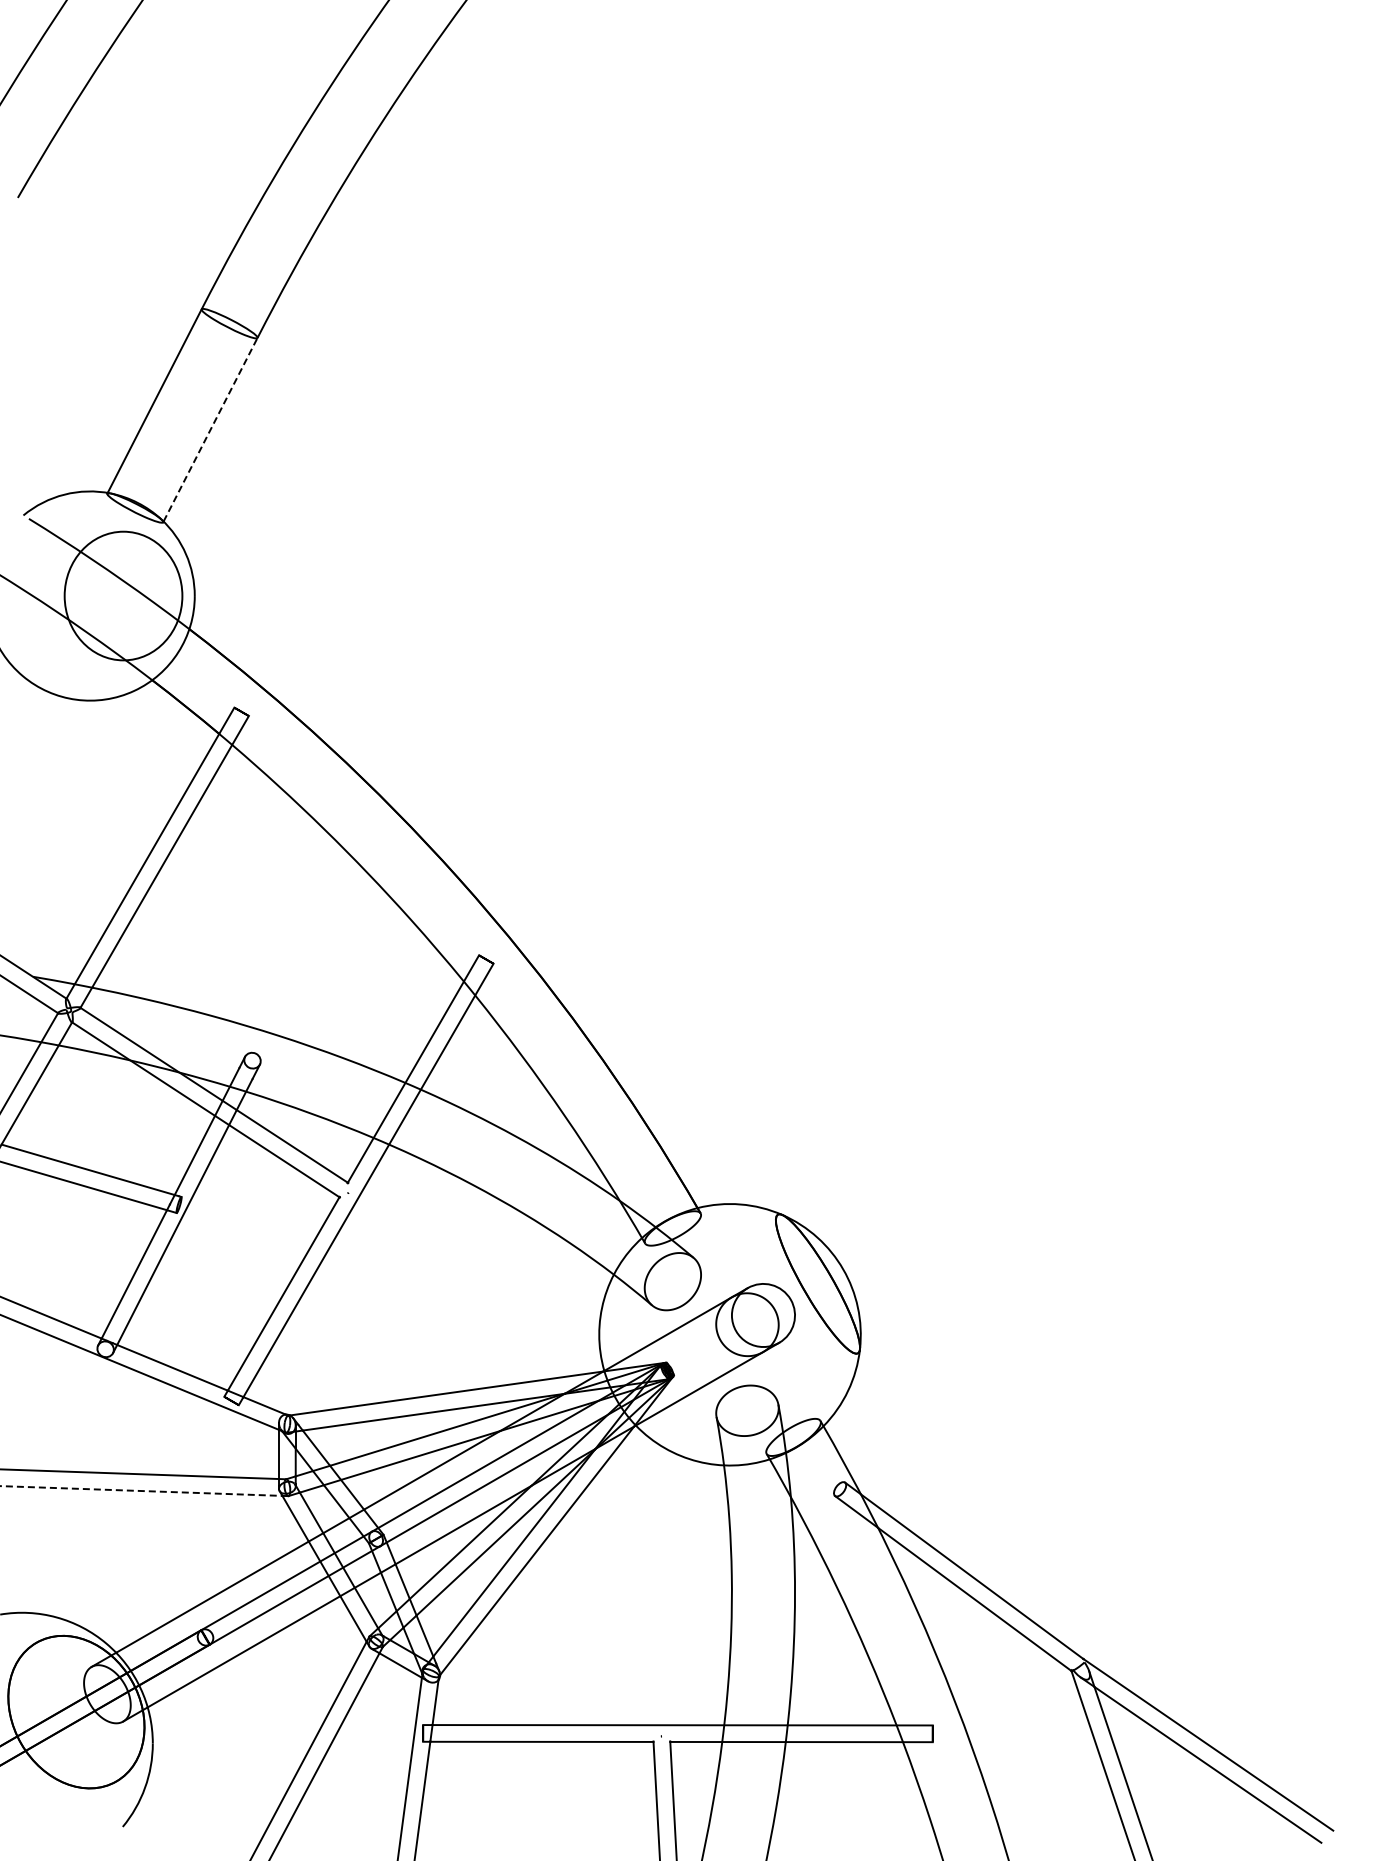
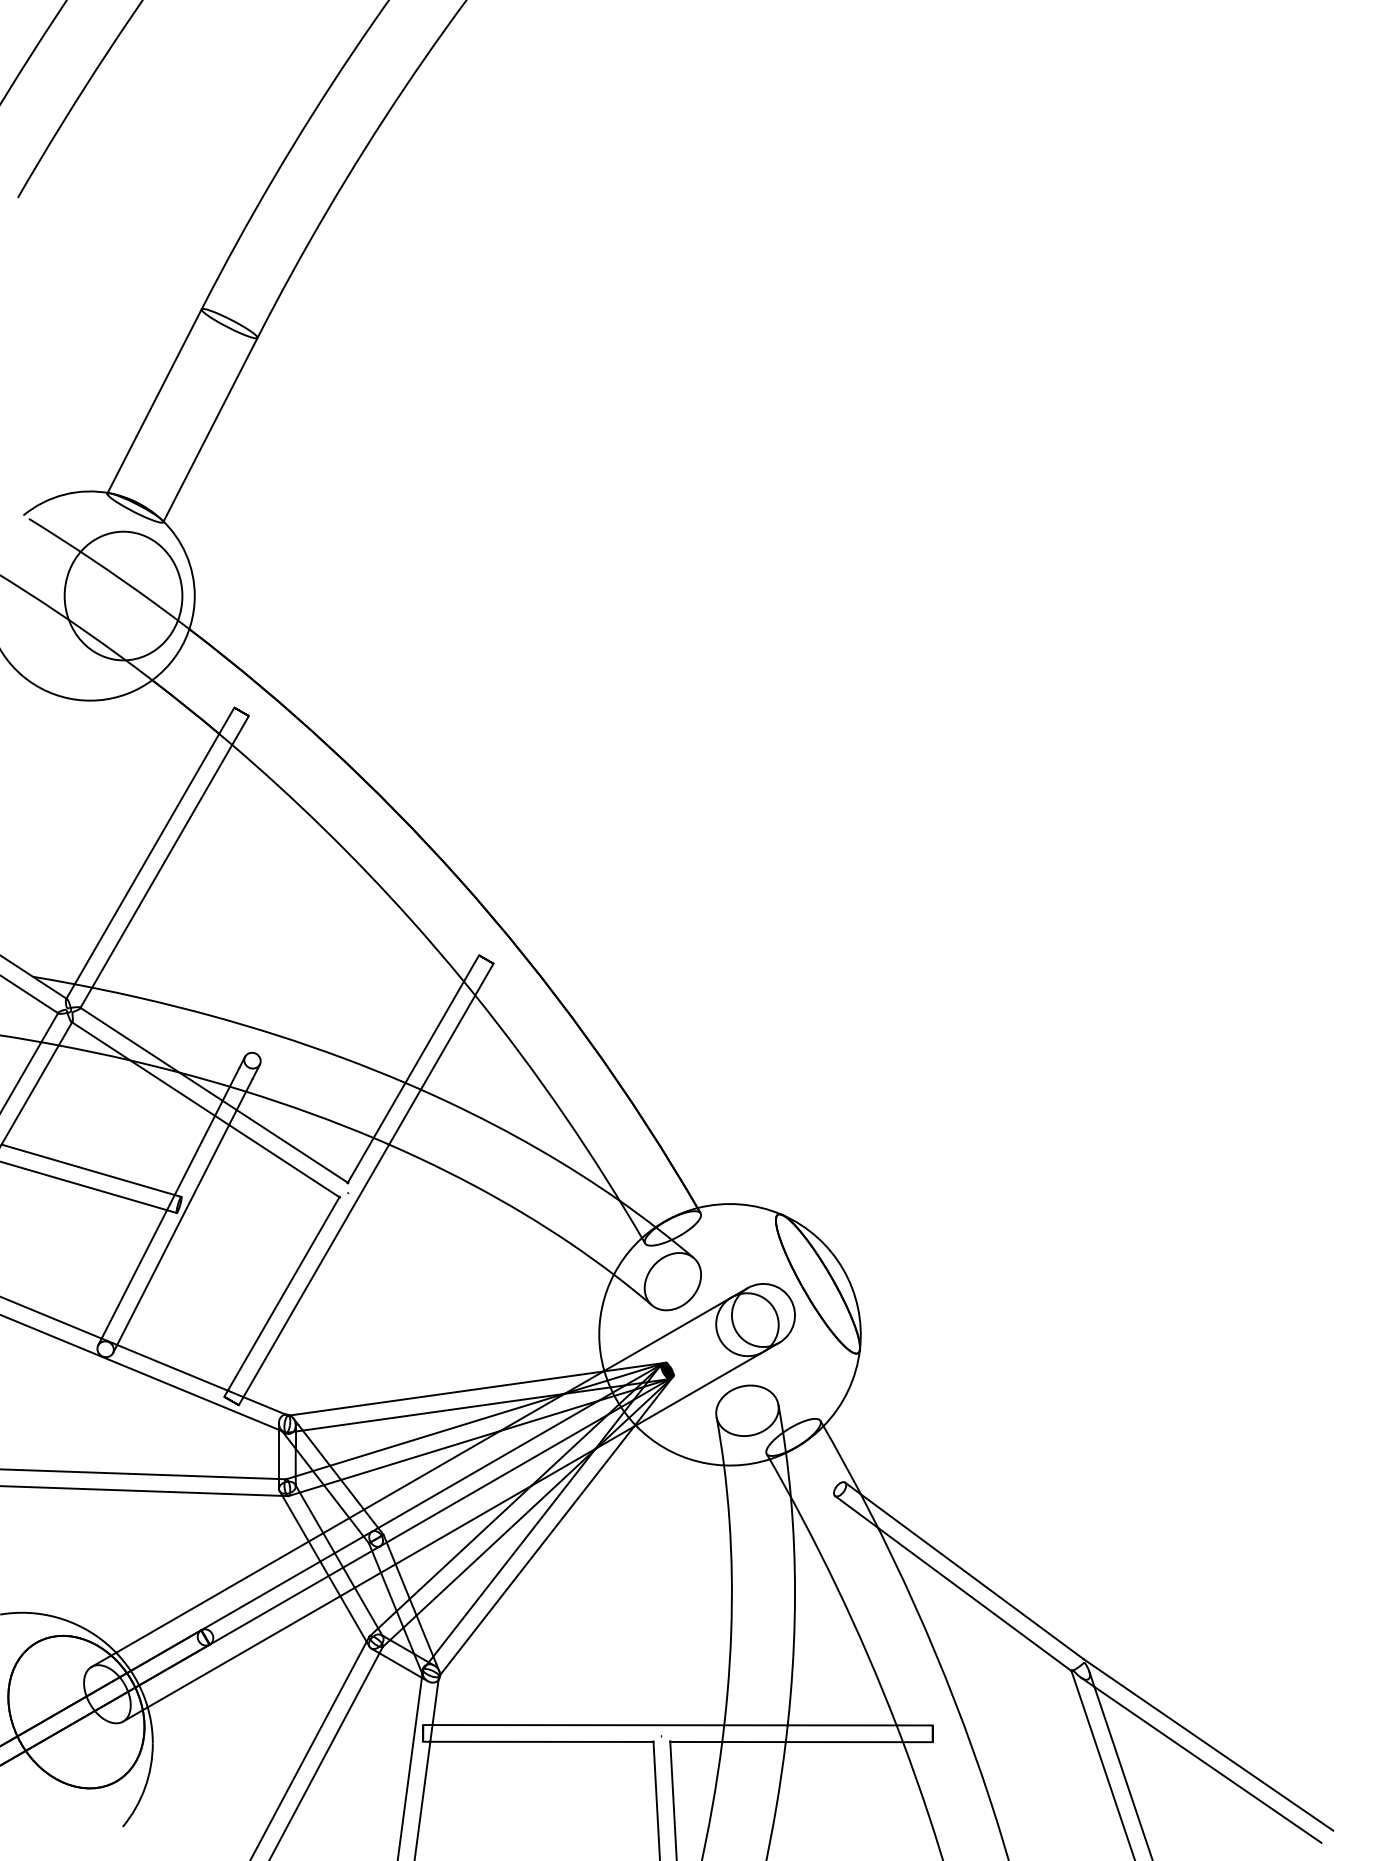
line at (210, 429): dashed -> solid
line at (141, 1491): dashed -> solid
